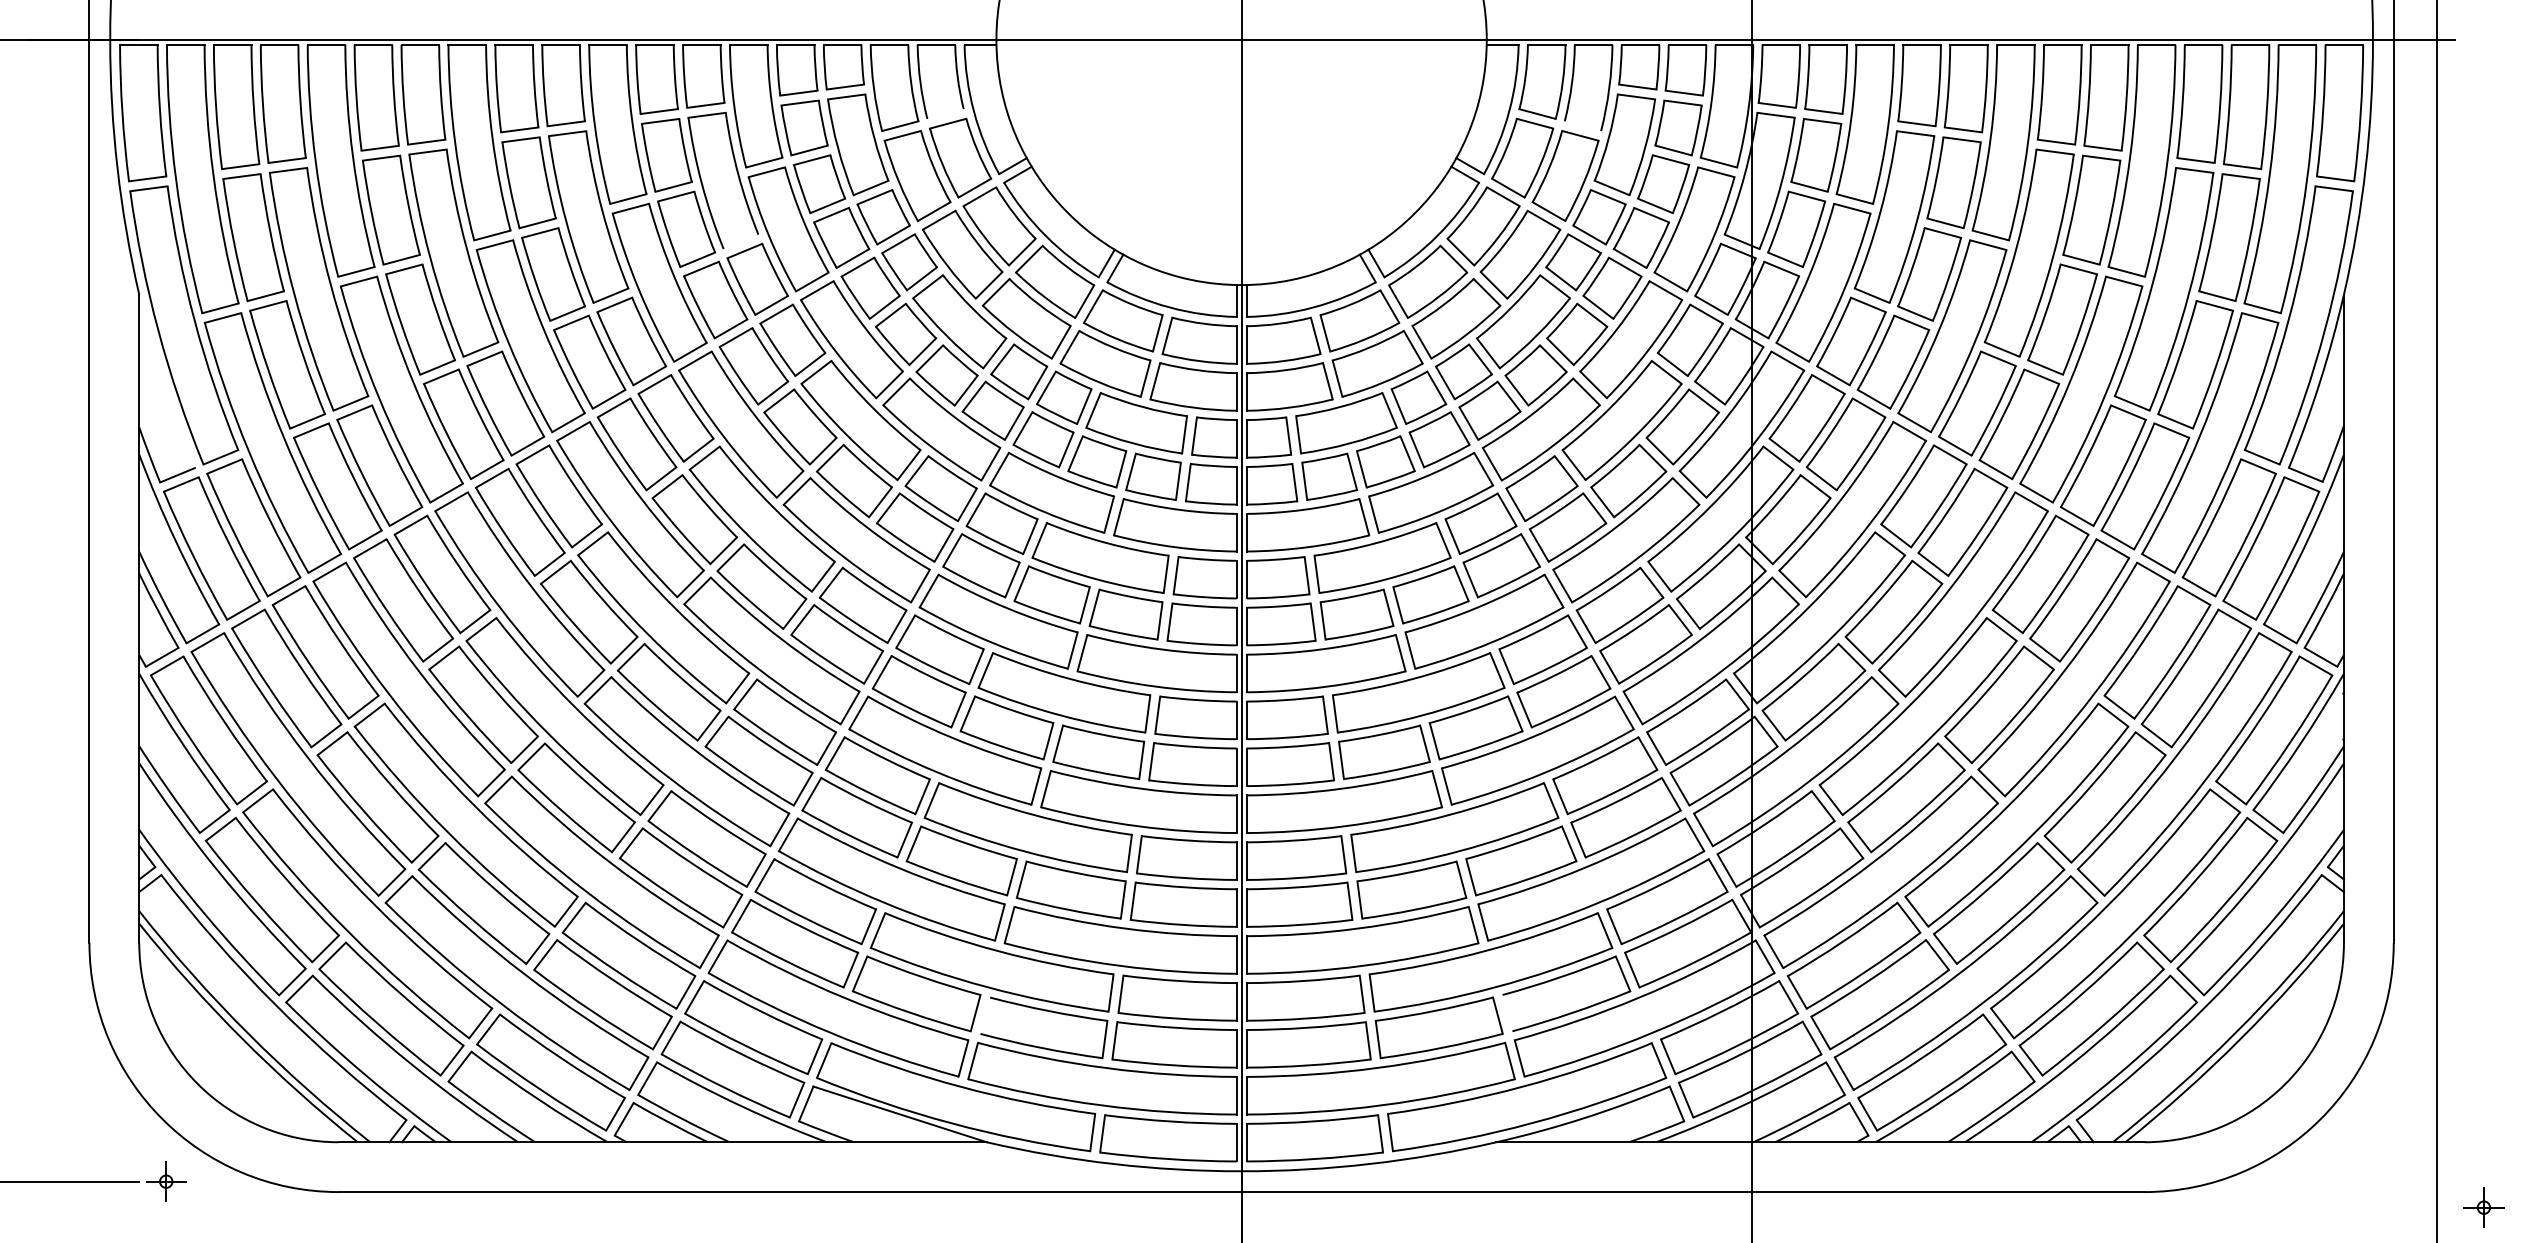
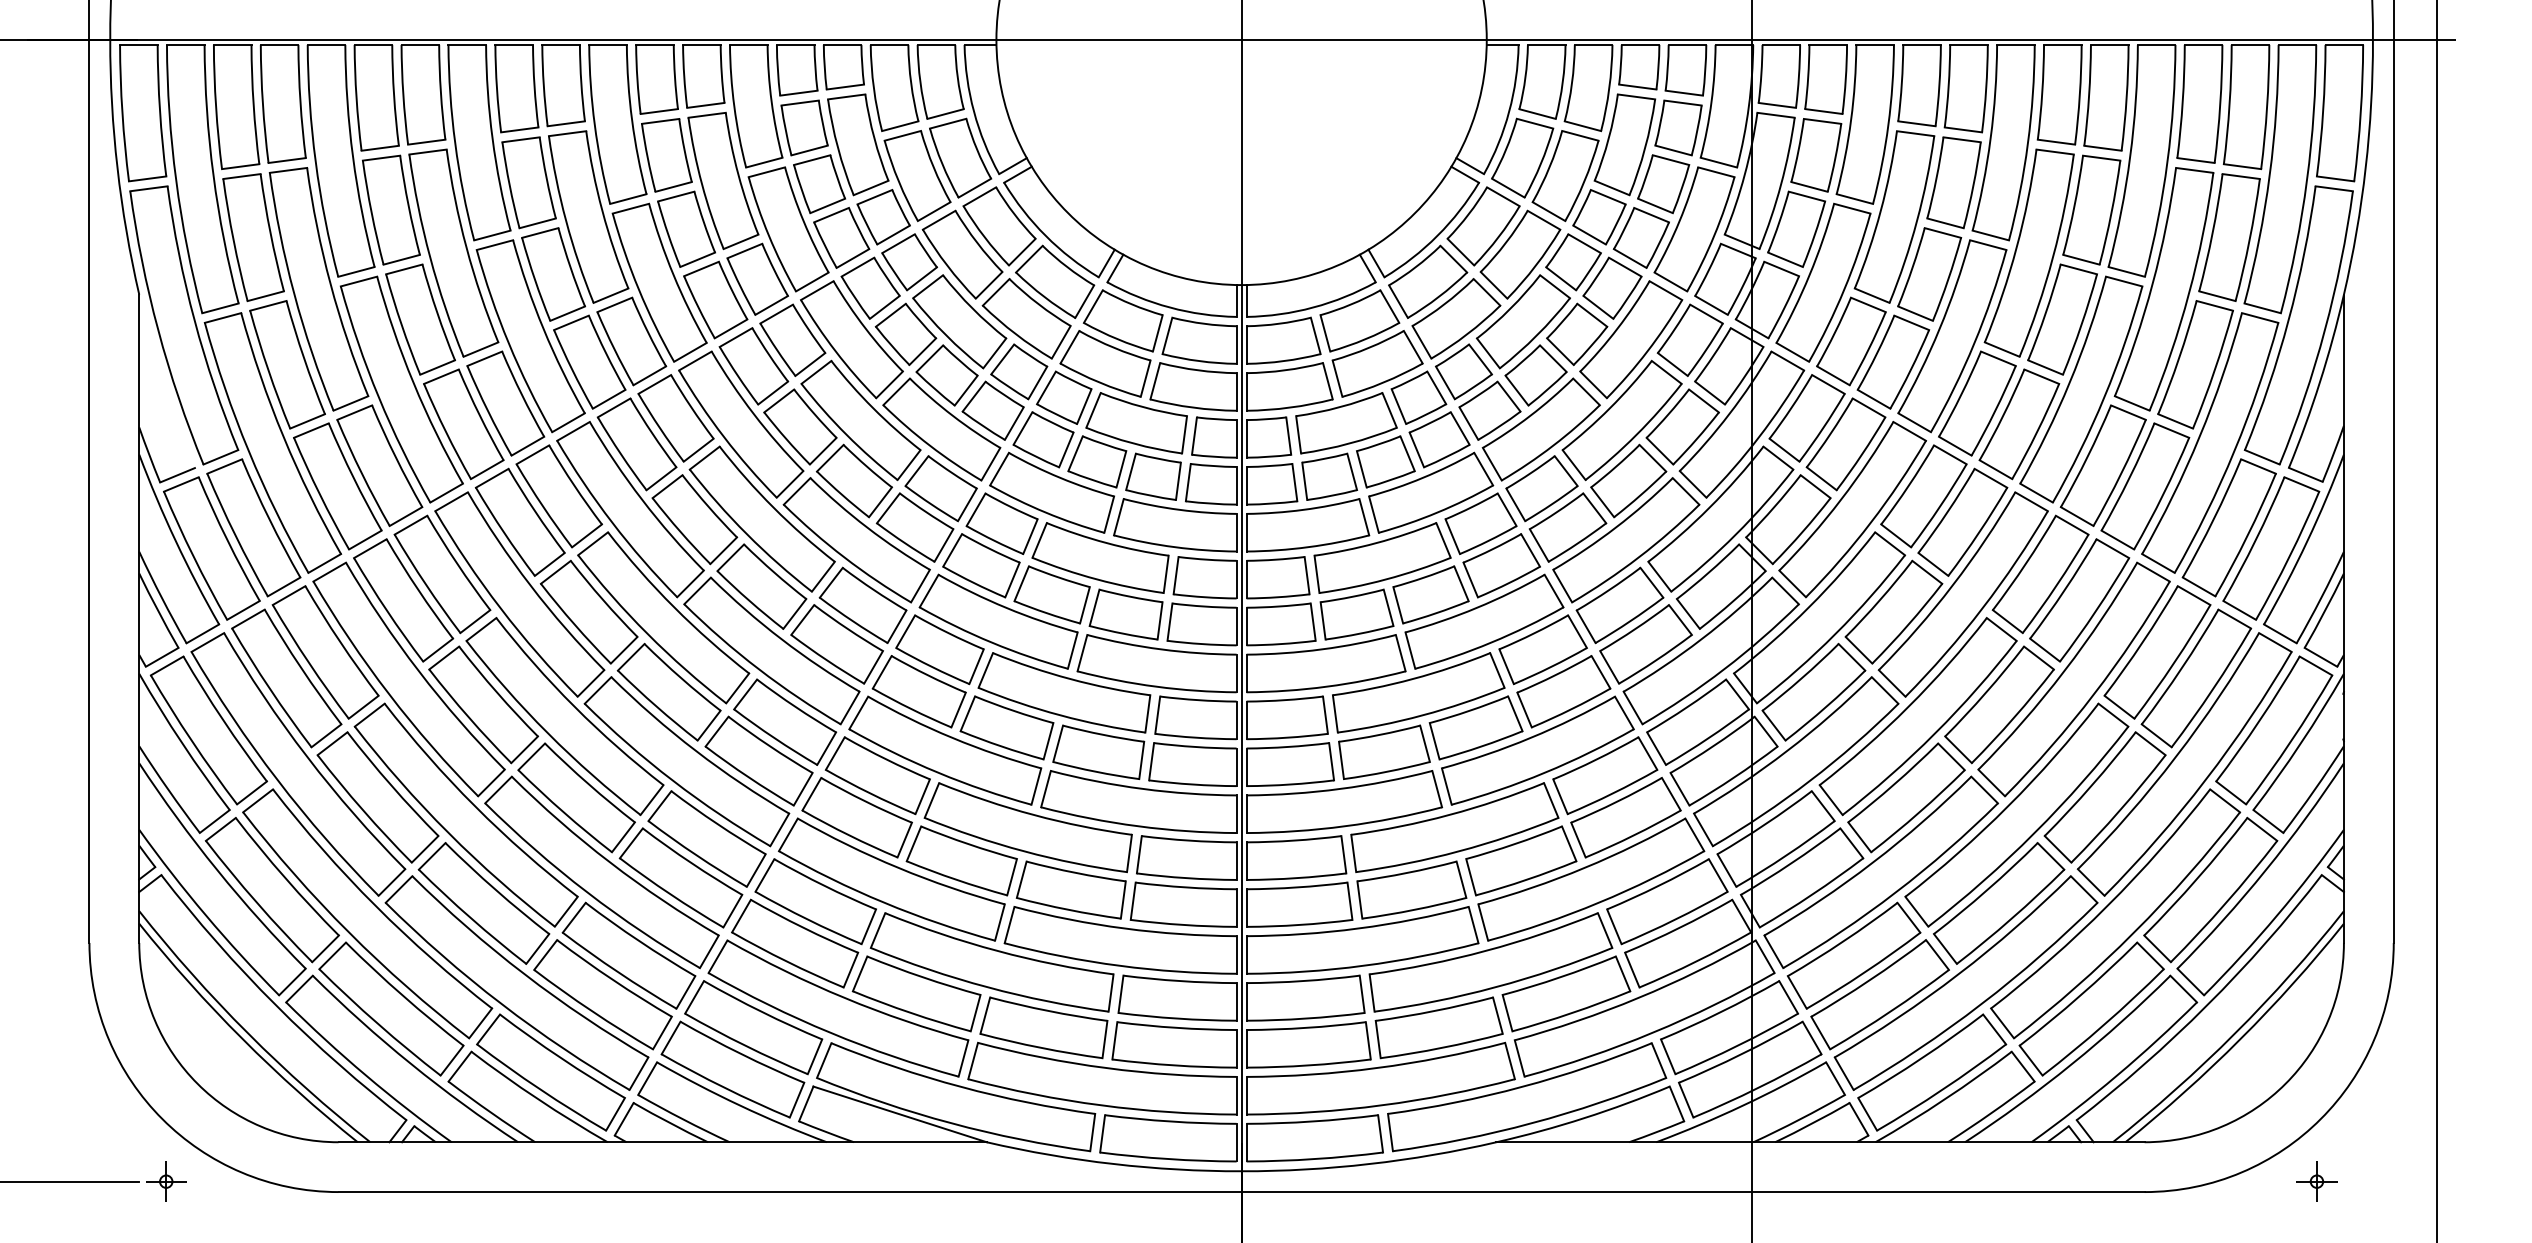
line at (945, 113): none -> present
line at (1582, 126): none -> present
line at (740, 241): none -> present
line at (1507, 1012): none -> present
line at (985, 1015): none -> present
part at (2483, 1207) position: (2483, 1207) -> (2316, 1181)
